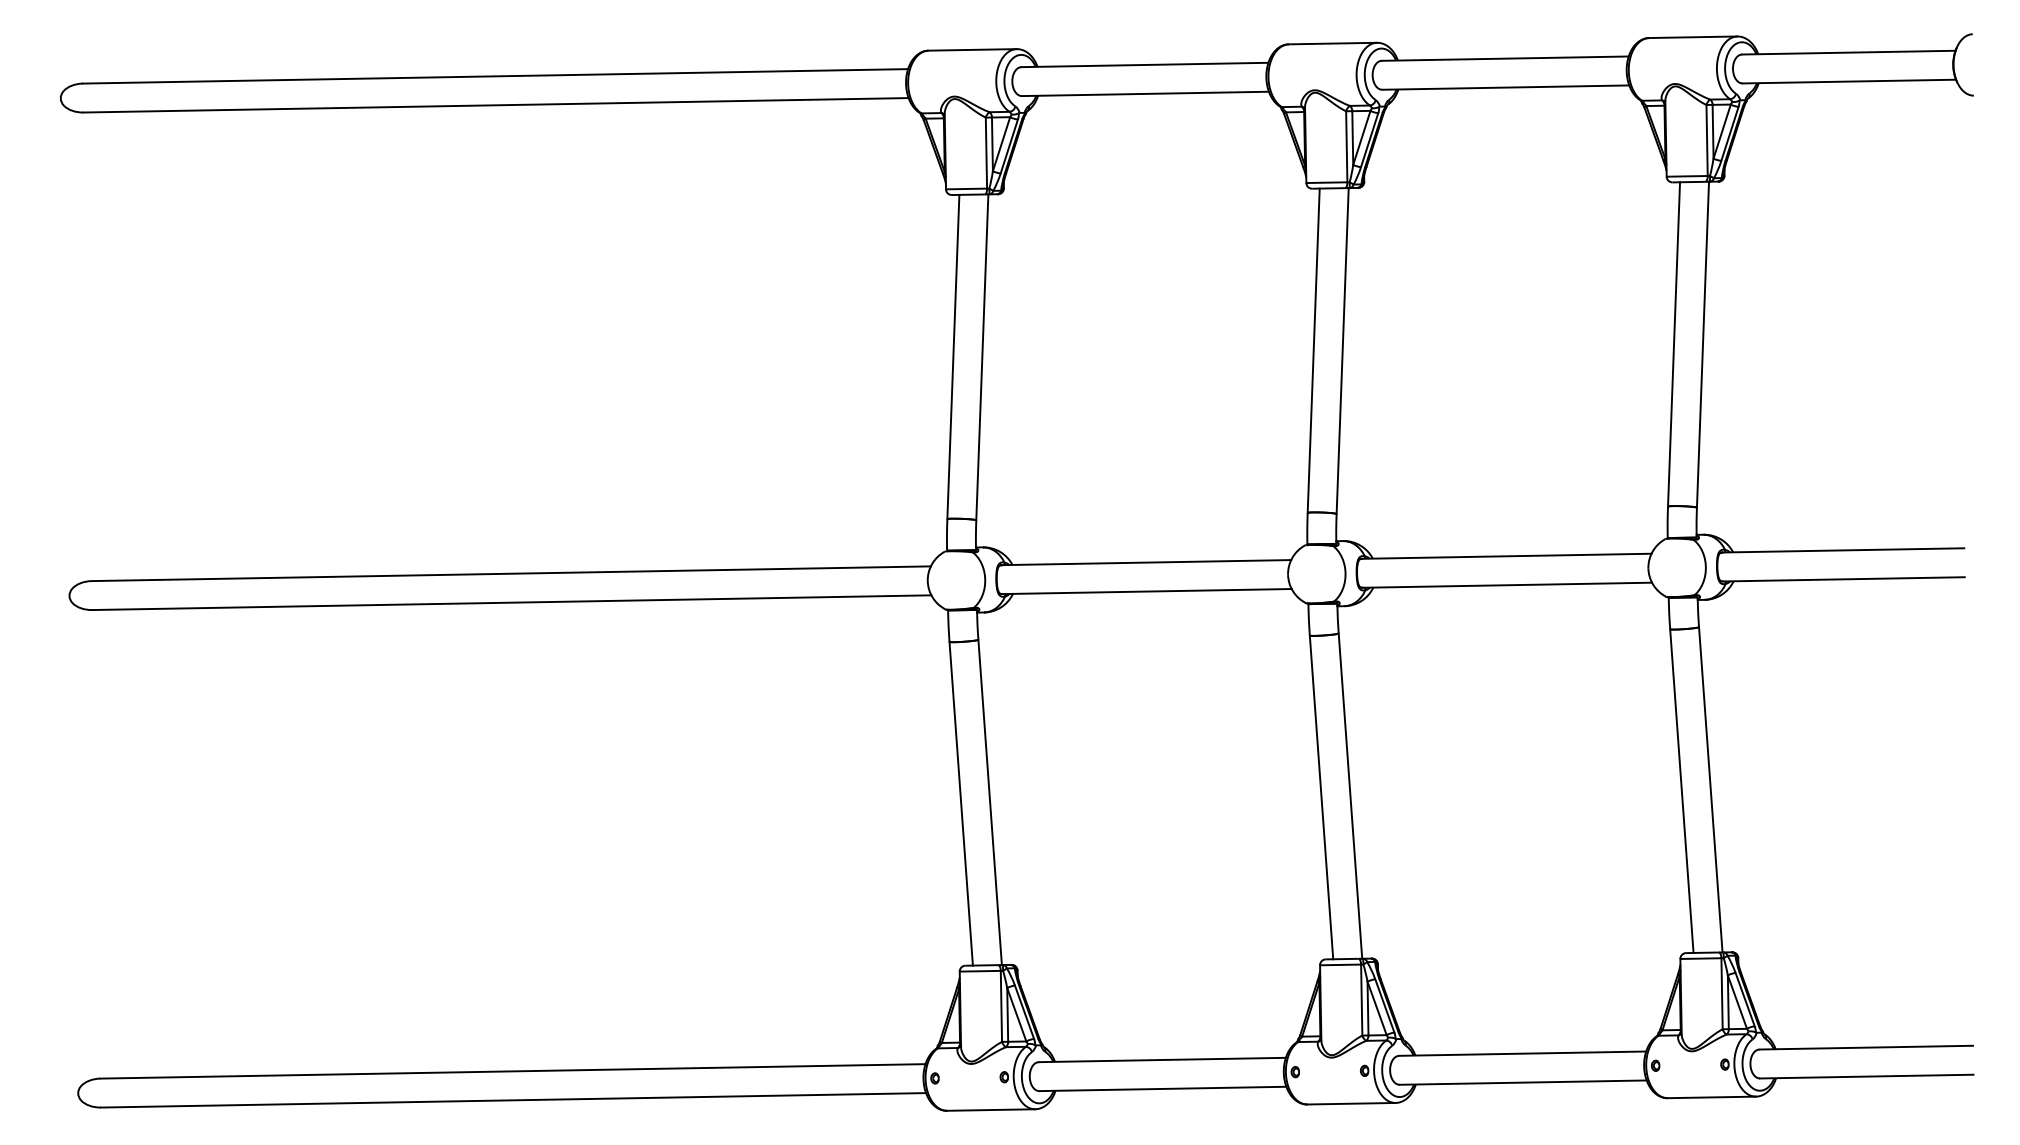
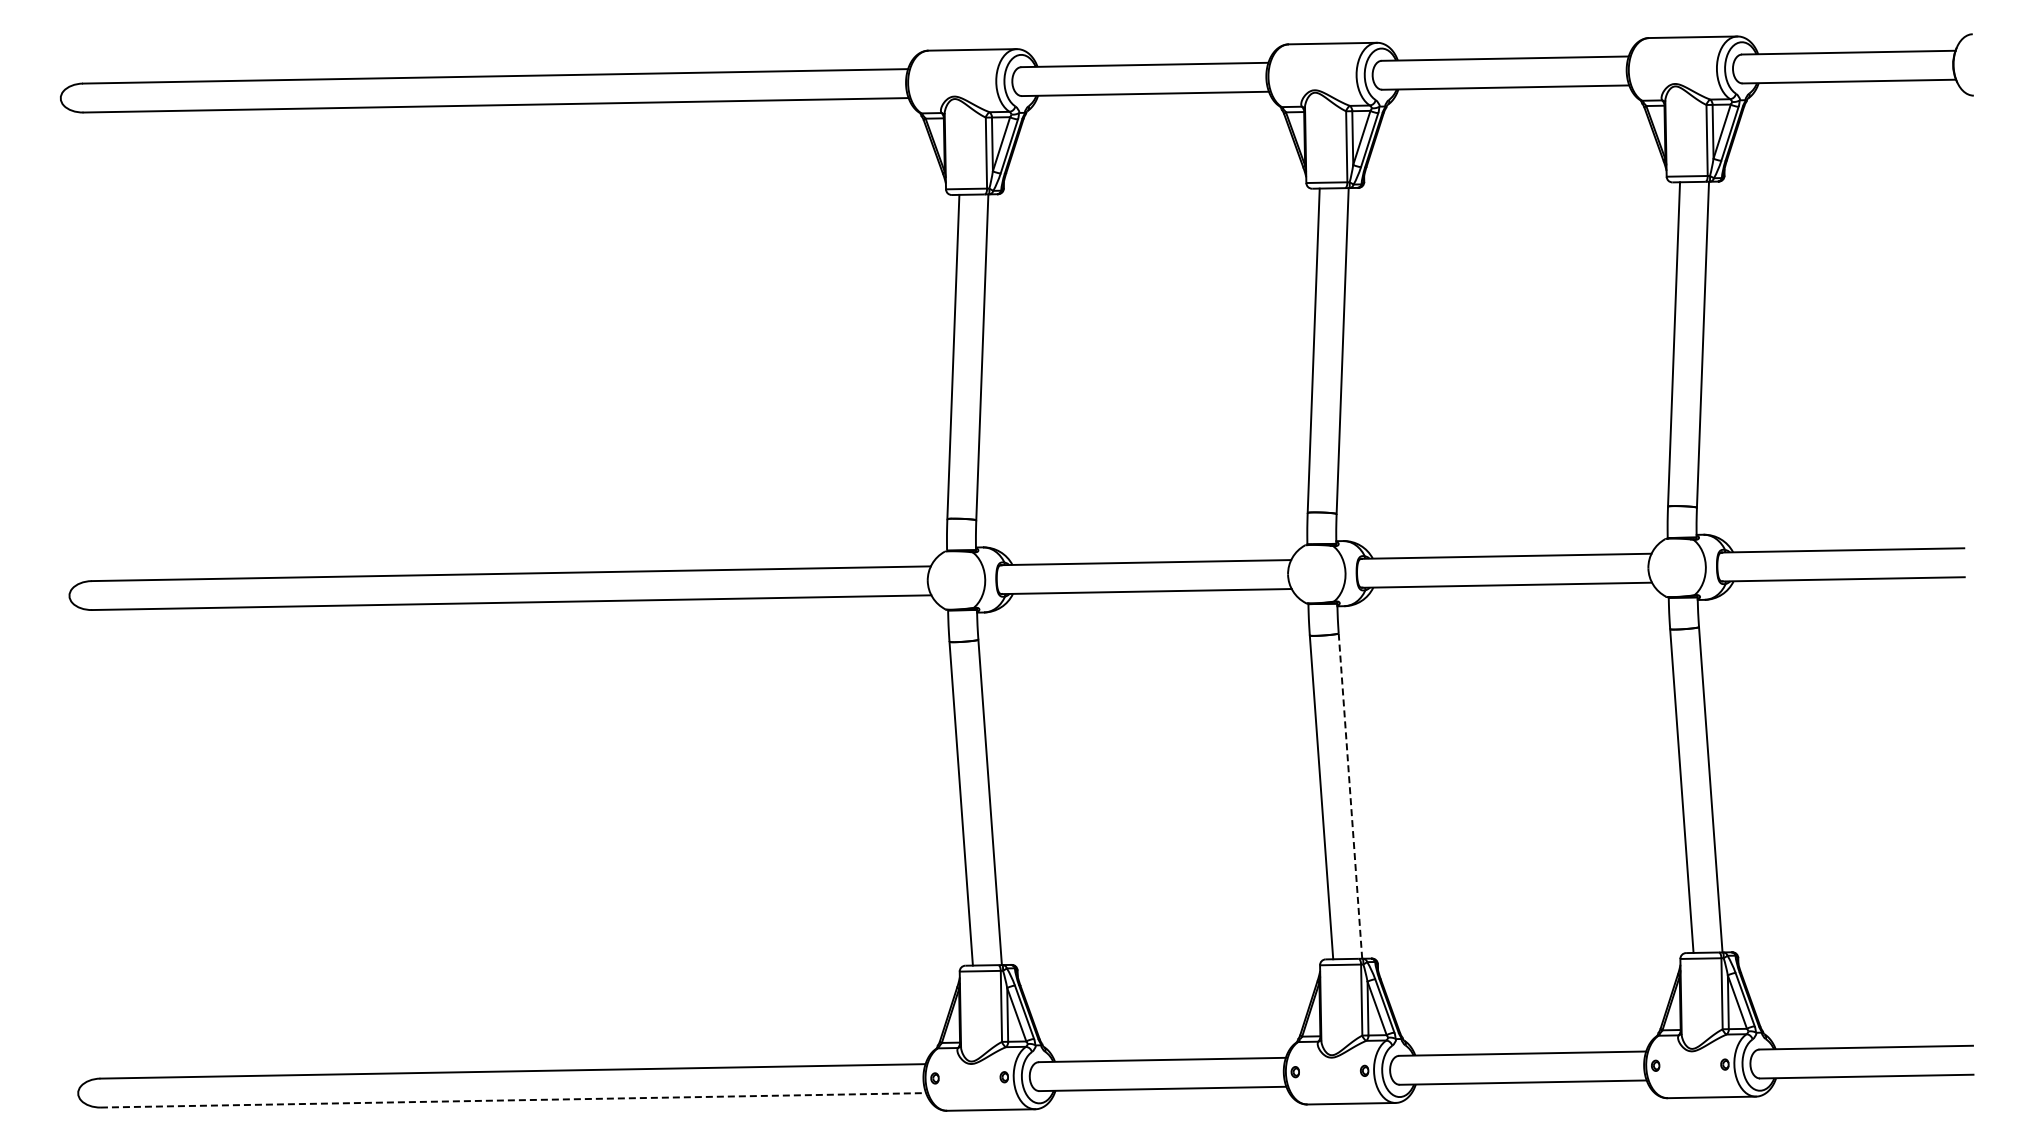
line at (1350, 795): solid -> dashed
line at (513, 1100): solid -> dashed
